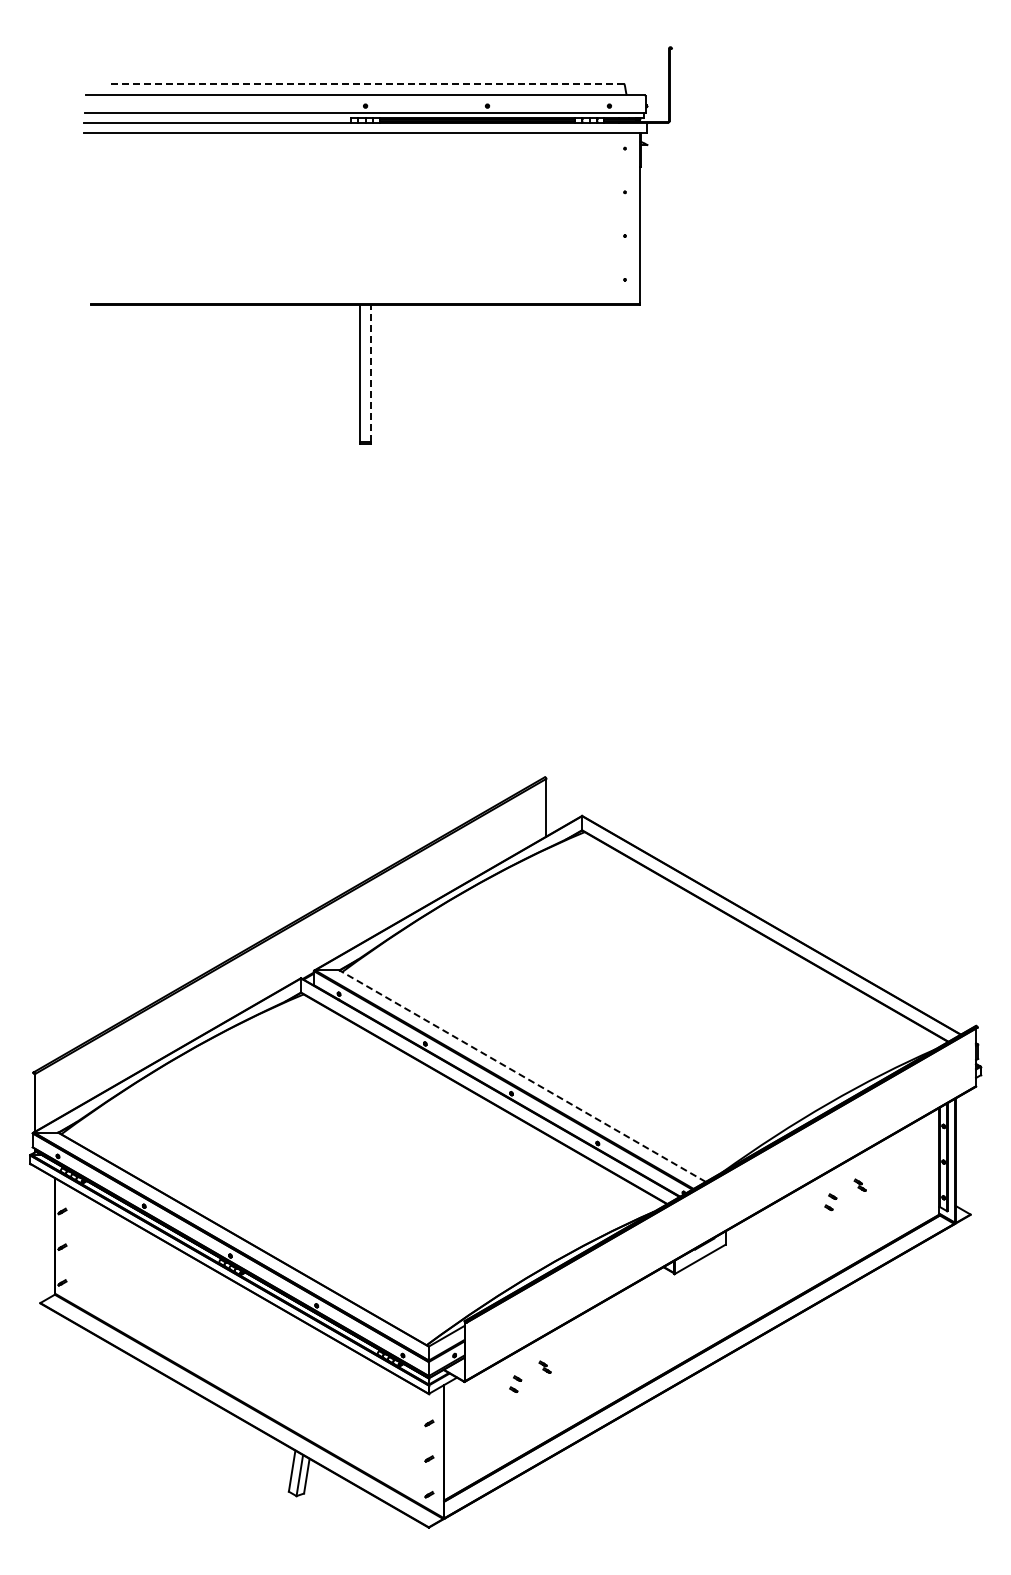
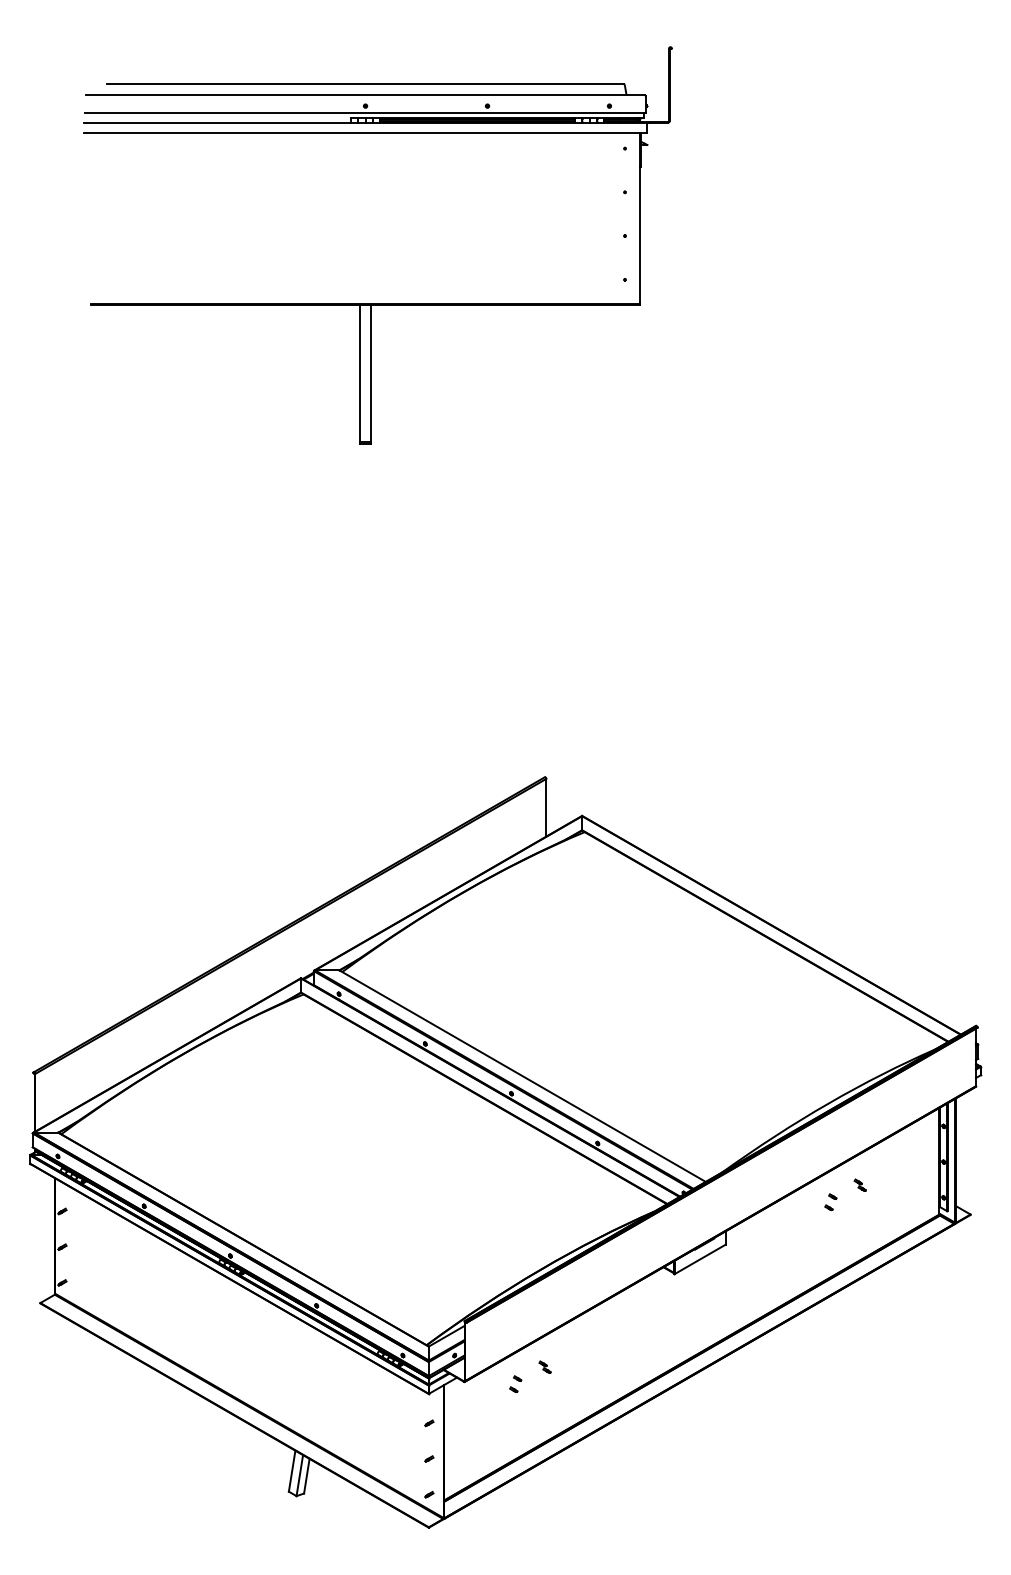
line at (365, 83): dashed -> solid
line at (370, 372): dashed -> solid
line at (522, 1076): dashed -> solid
